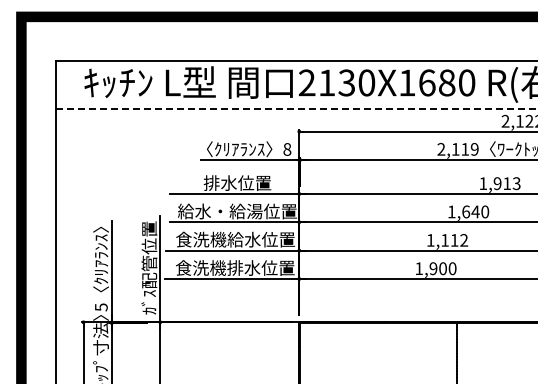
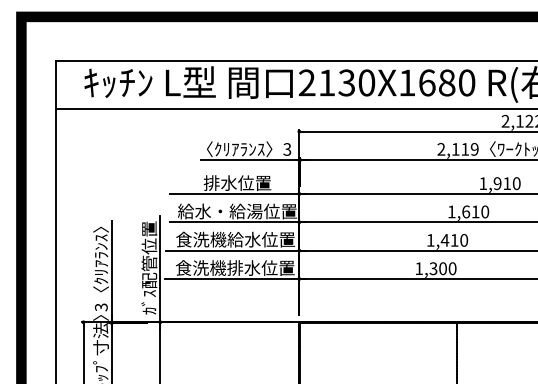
line at (296, 108): dashed -> solid
text at (287, 149): 8 -> 3
text at (516, 183): 1,913 -> 1,910
text at (475, 211): 1,640 -> 1,610
text at (454, 240): 1,112 -> 1,410
text at (433, 268): 1,900 -> 1,300
text at (100, 306): 5 -> 3
